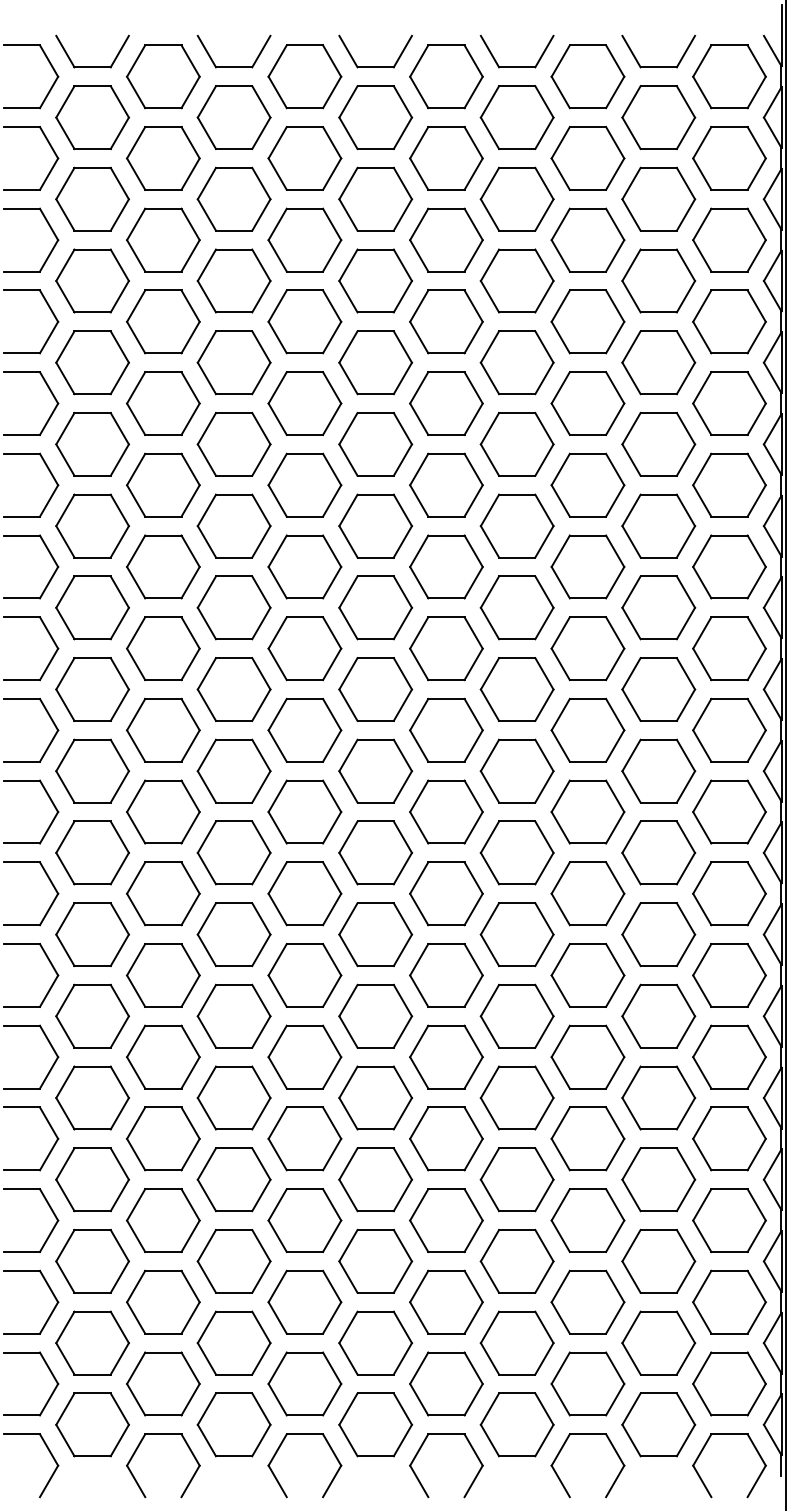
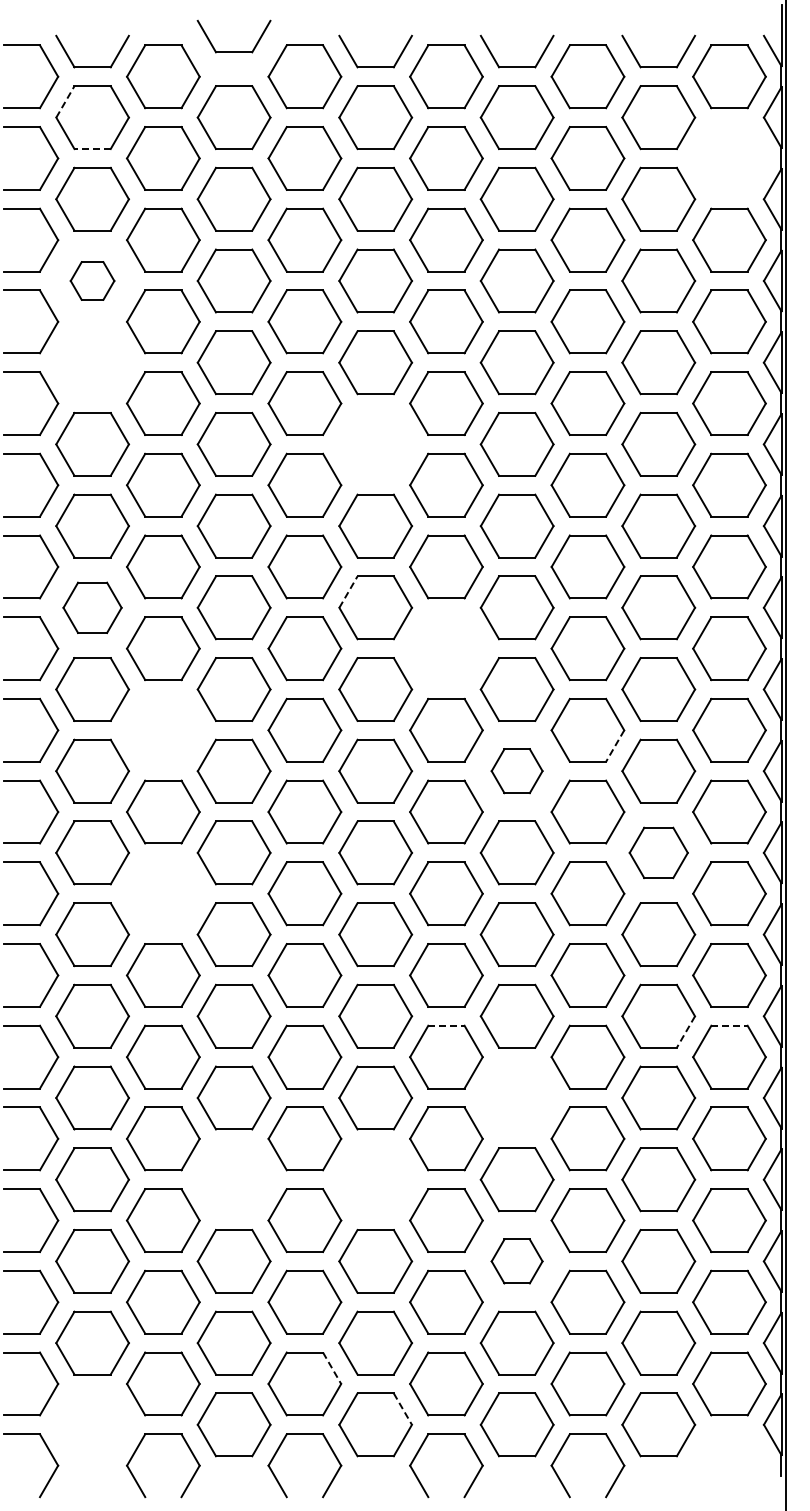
part at (233, 66) position: (233, 66) -> (233, 51)
line at (65, 101): solid -> dashed
line at (92, 149): solid -> dashed
part at (729, 158): present -> none
part at (92, 280) size: 75x66 px -> 47x40 px
part at (92, 362): present -> none
part at (375, 443): present -> none
line at (348, 591): solid -> dashed
part at (92, 607) size: 75x66 px -> 61x53 px
part at (446, 648): present -> none
part at (163, 729): present -> none
line at (614, 746): solid -> dashed
part at (516, 770) size: 76x66 px -> 54x47 px
part at (658, 852) size: 76x66 px -> 61x54 px
part at (163, 893): present -> none
line at (446, 1025): solid -> dashed
line at (729, 1025): solid -> dashed
line at (685, 1032): solid -> dashed
part at (516, 1097): present -> none
part at (233, 1179): present -> none
part at (375, 1179): present -> none
part at (516, 1261) size: 76x65 px -> 54x47 px
line at (332, 1368): solid -> dashed
line at (403, 1409): solid -> dashed
part at (92, 1424): present -> none
part at (703, 1450): present -> none
